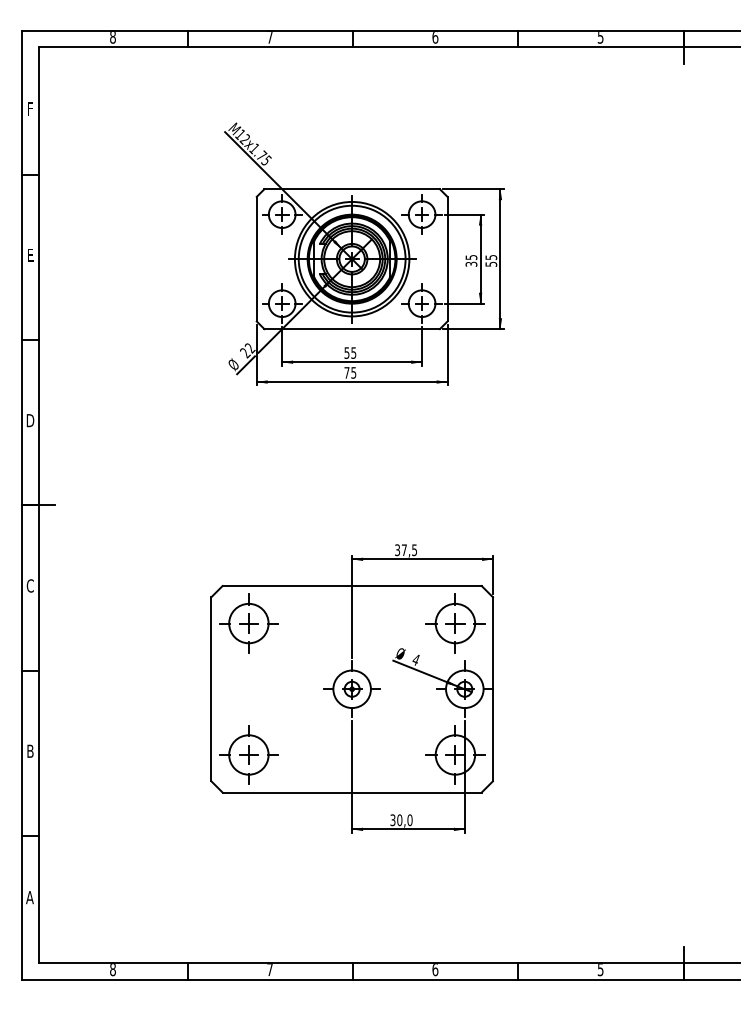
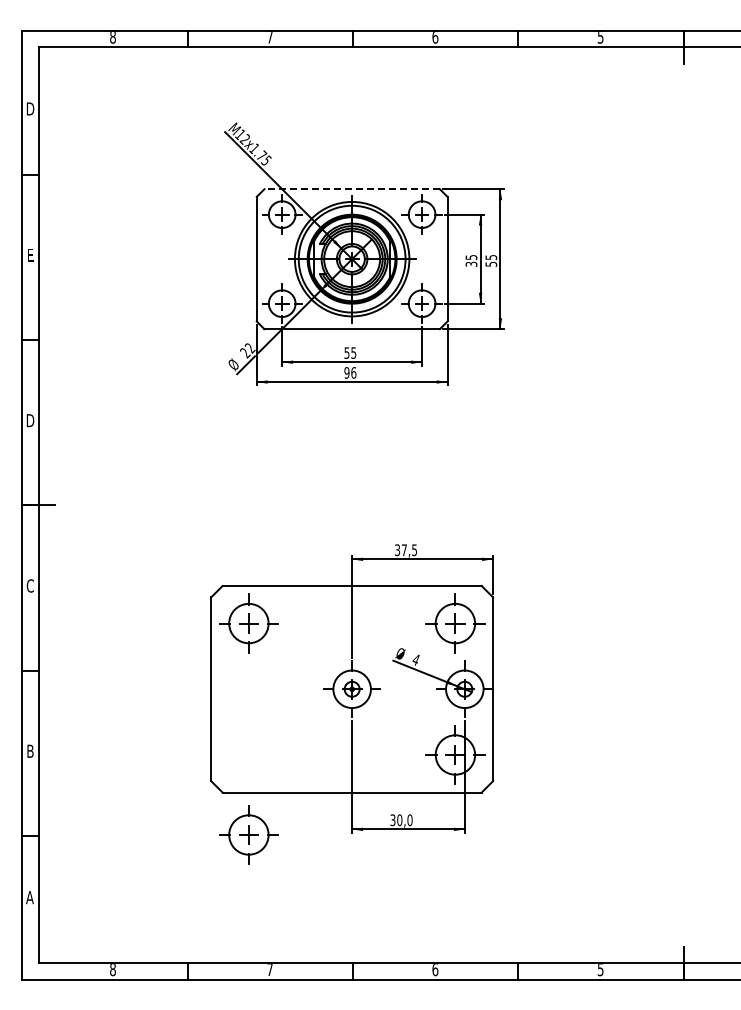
text at (30, 108): F -> D
line at (352, 189): solid -> dashed
text at (350, 372): 75 -> 96
part at (248, 754) position: (248, 754) -> (248, 834)
